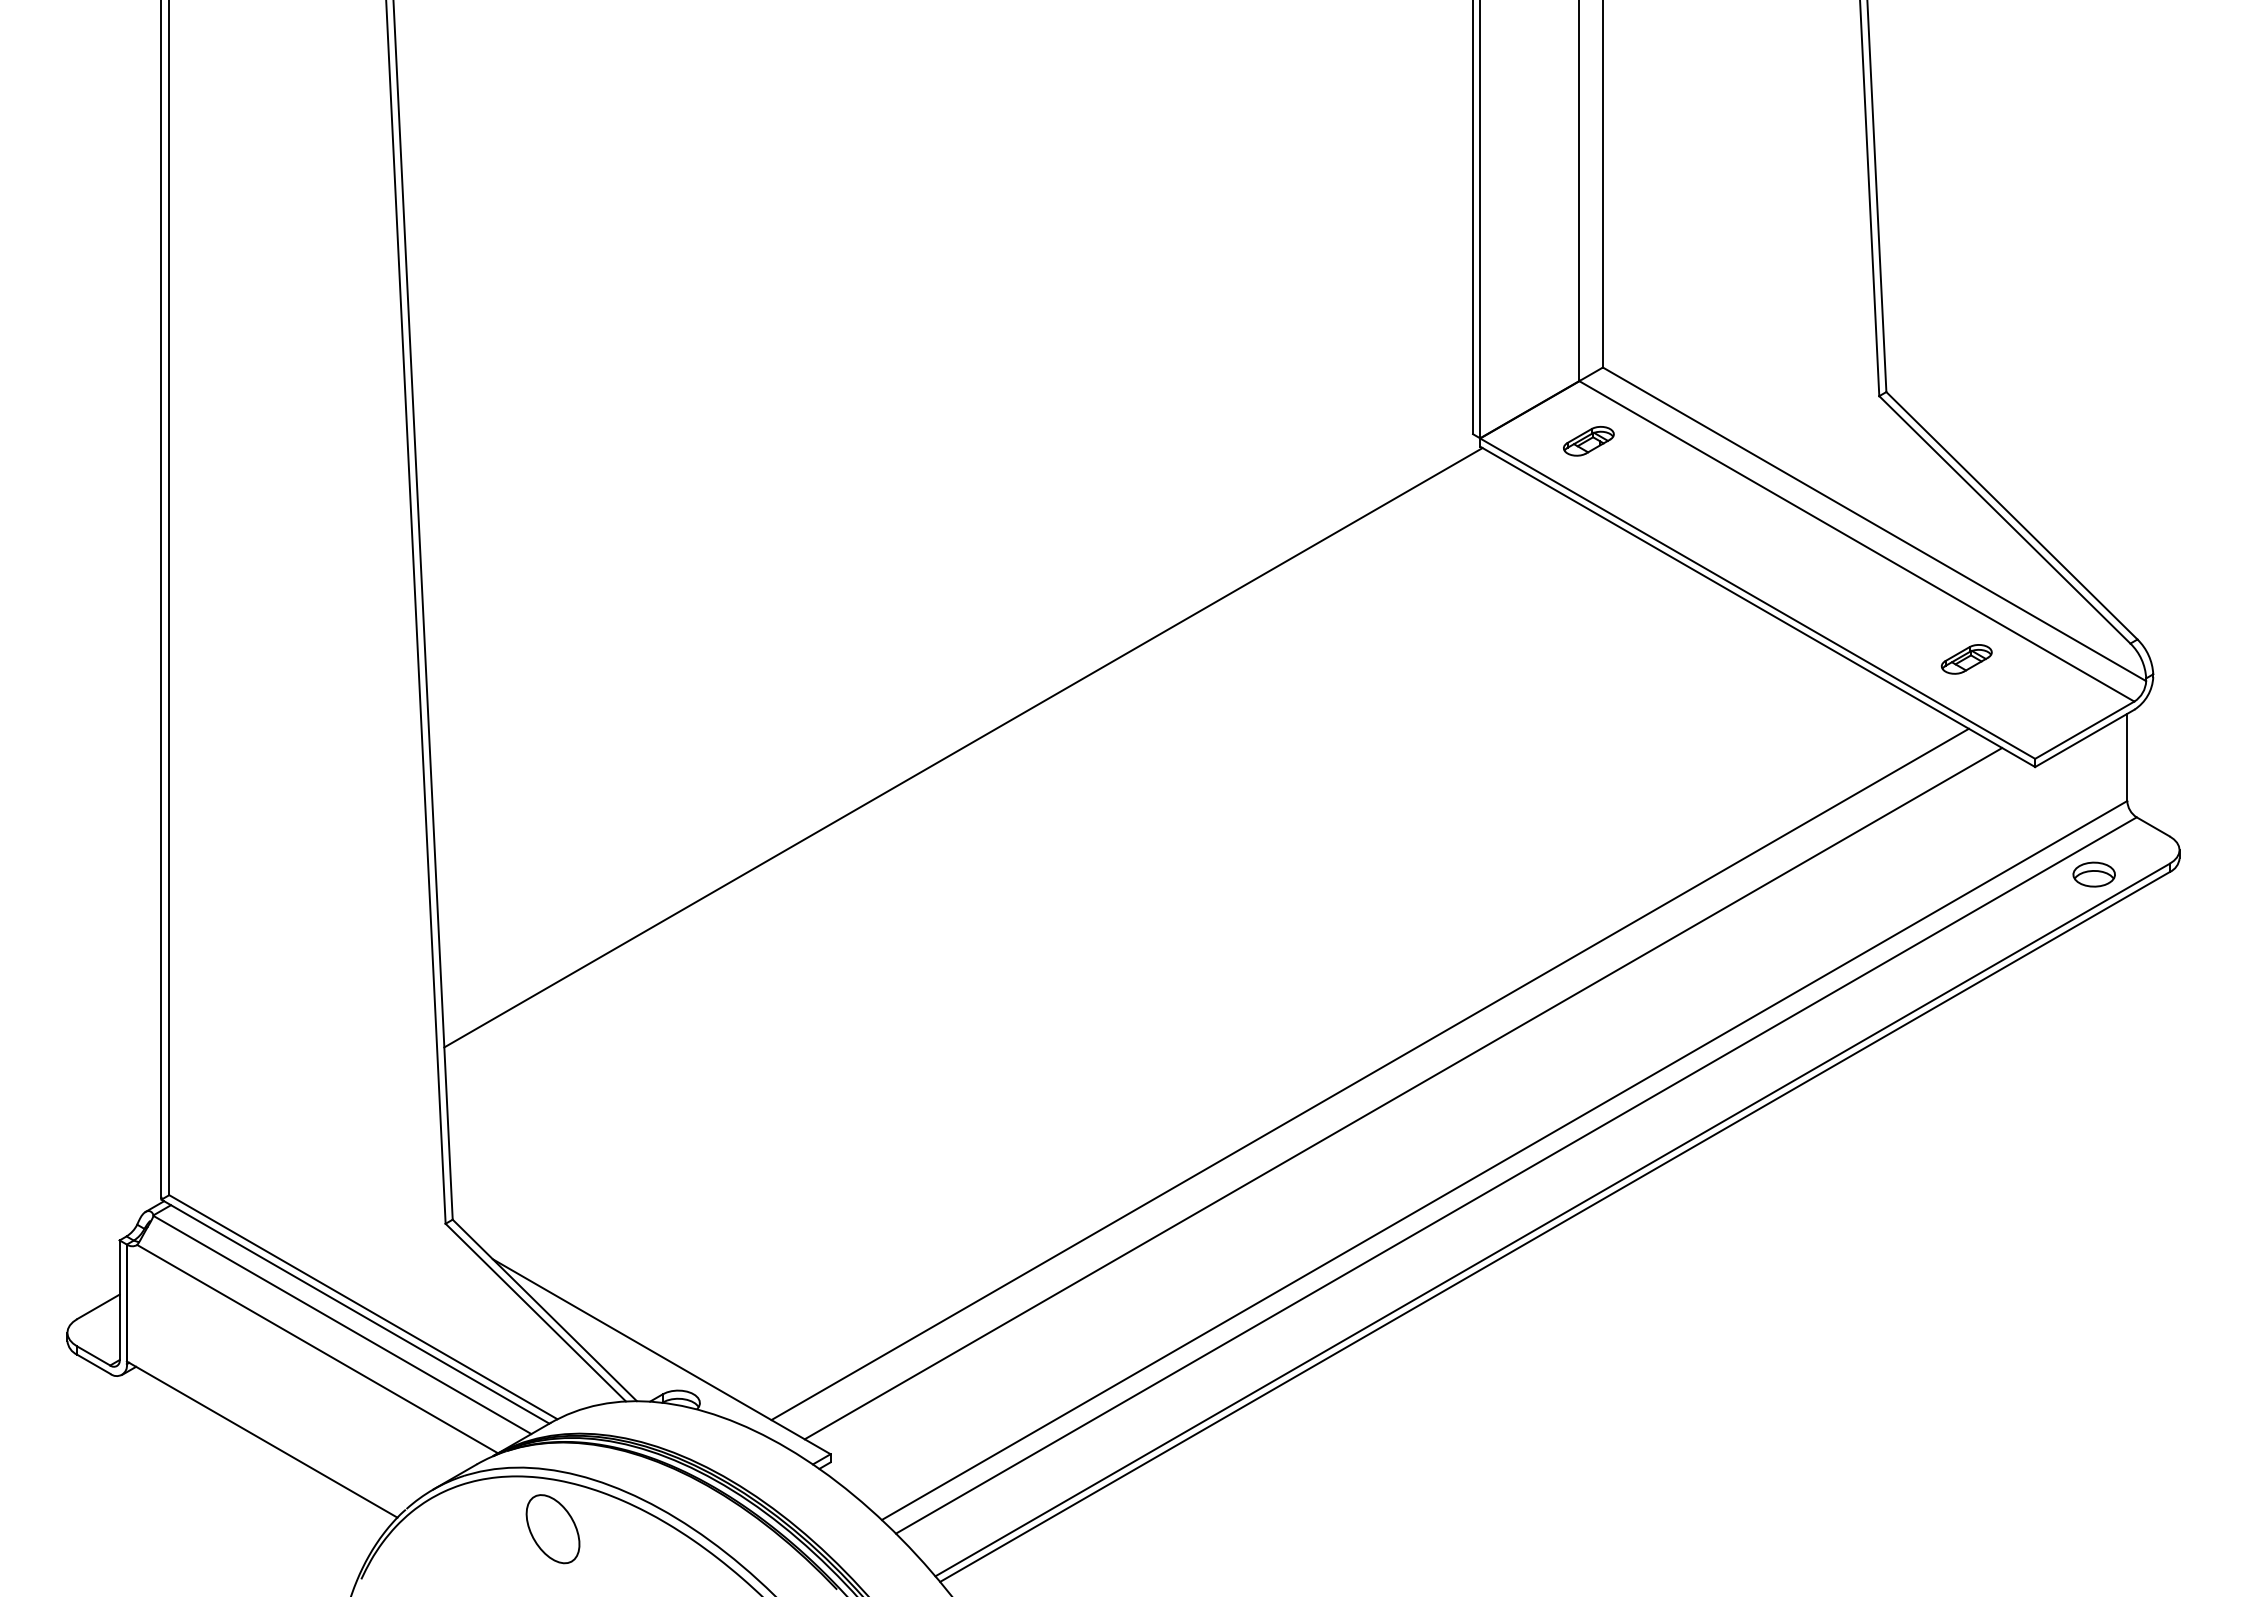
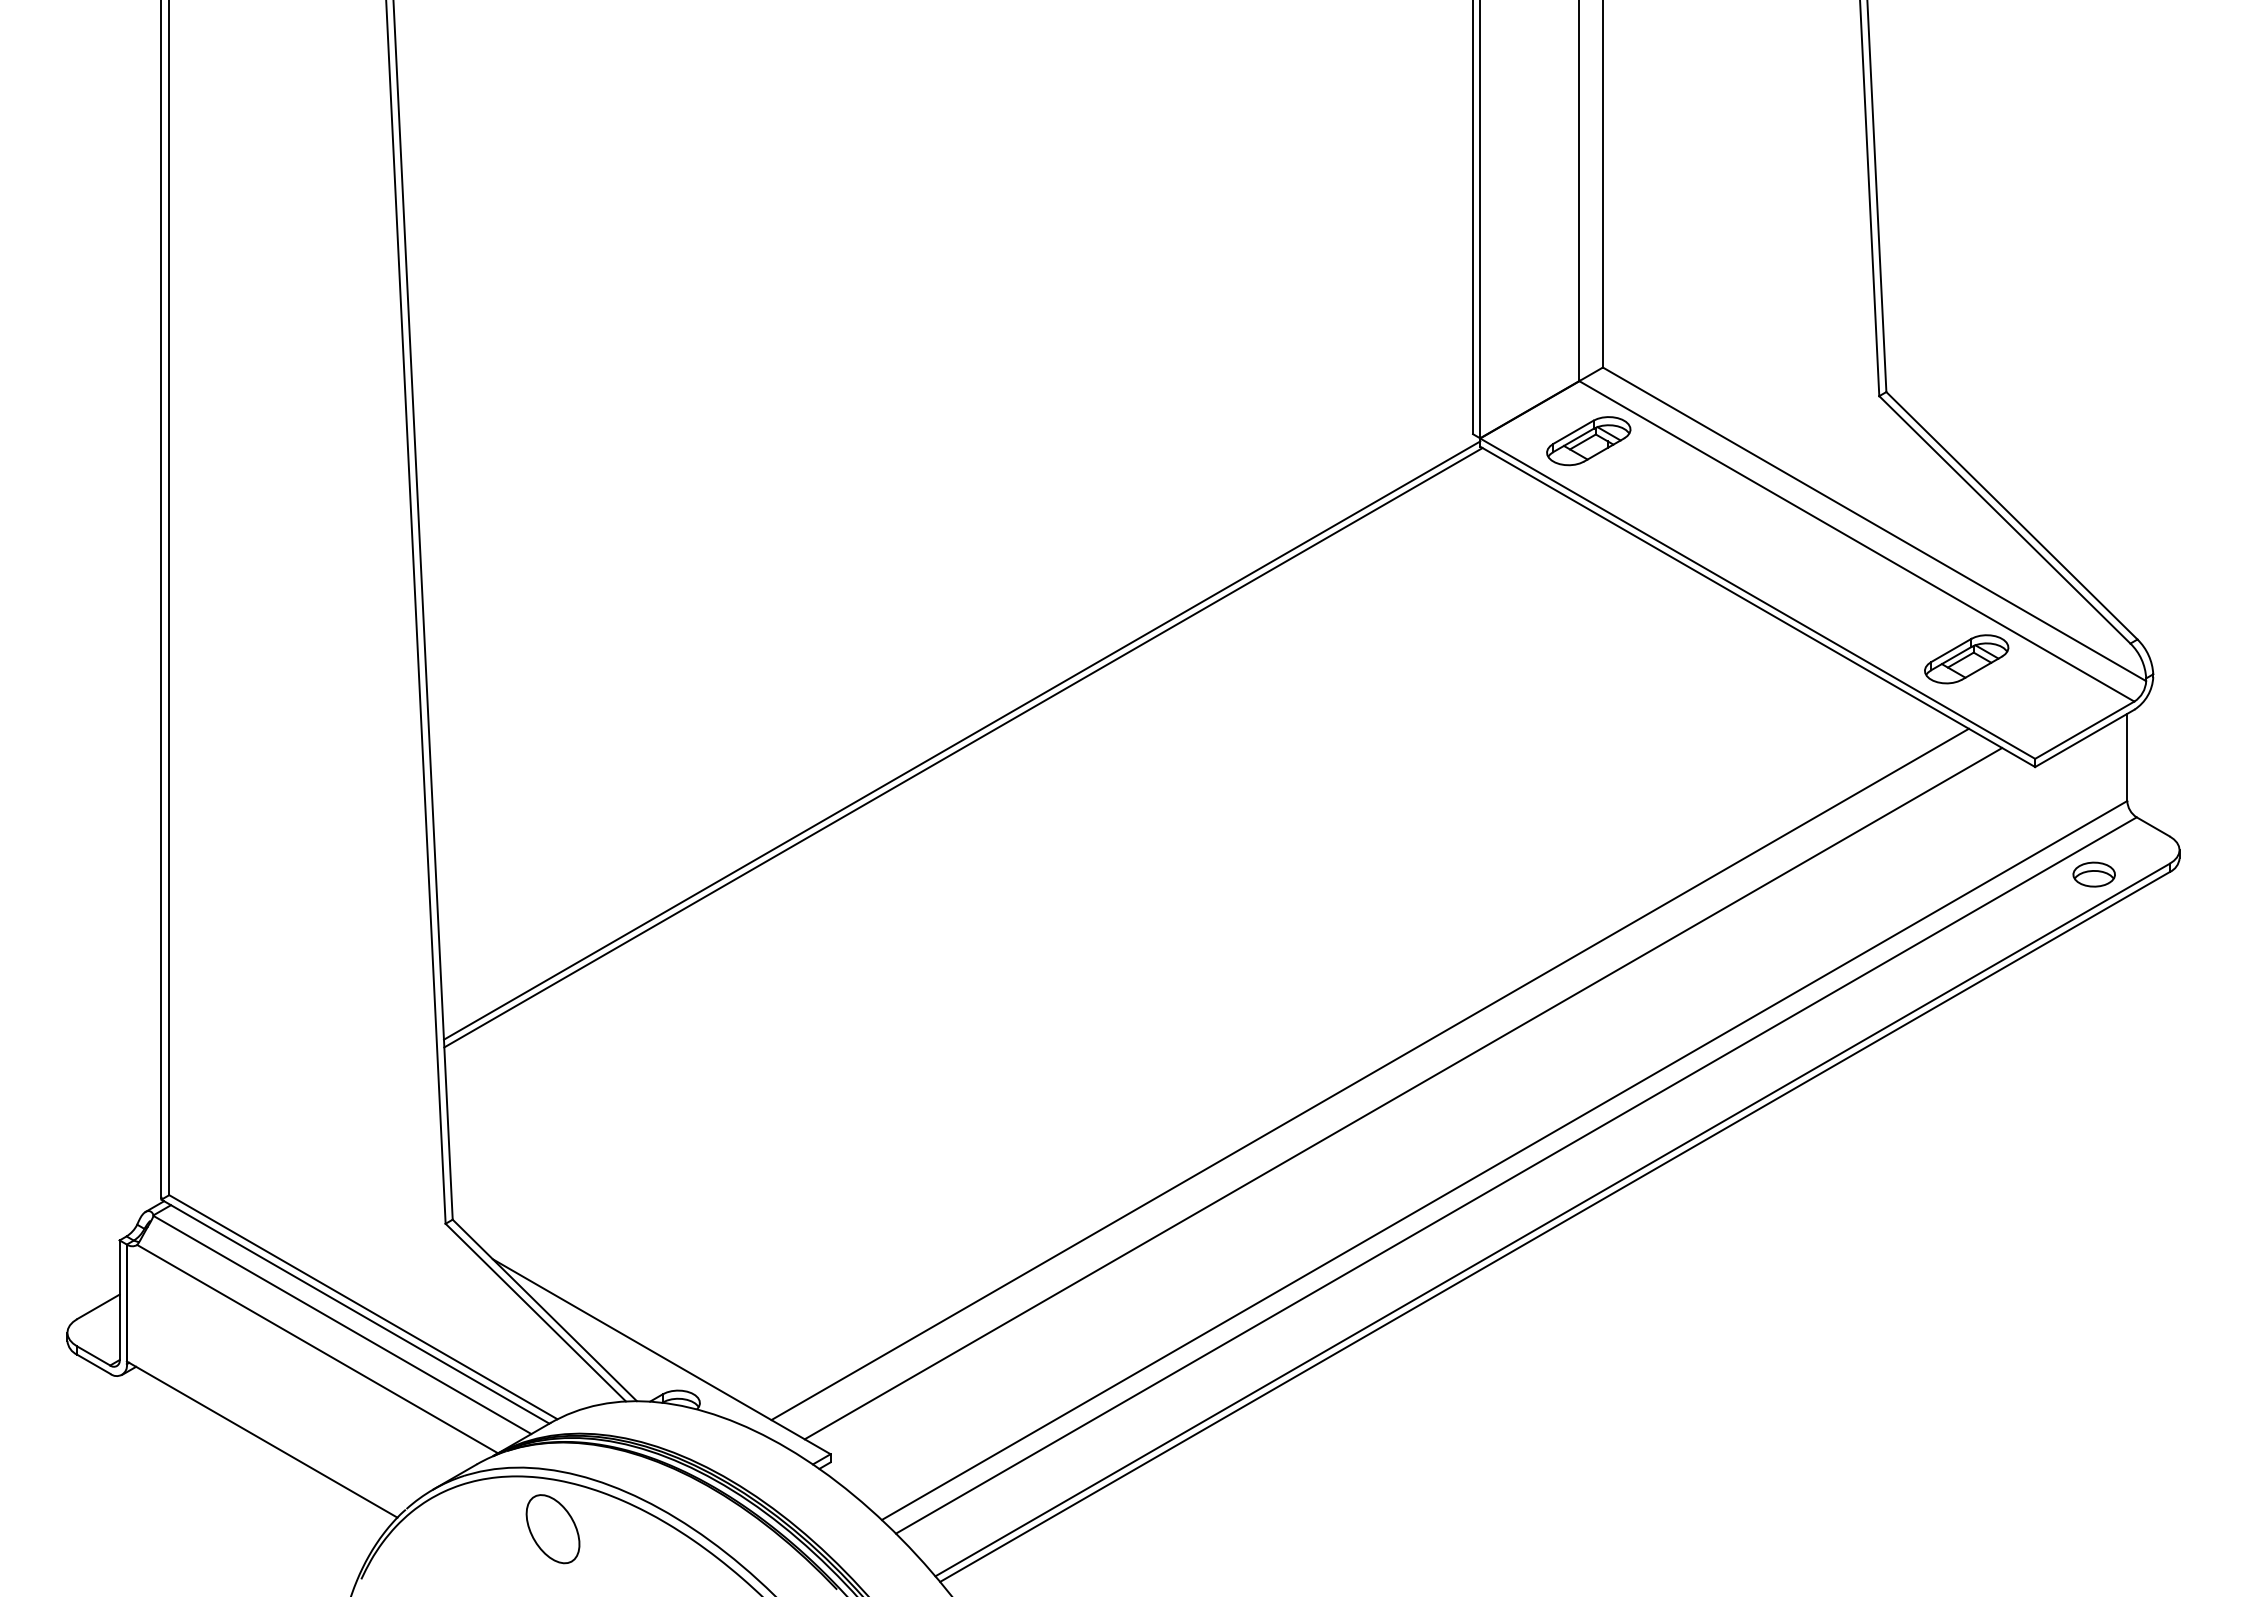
part at (1588, 441) size: 52x31 px -> 86x51 px
part at (1966, 659) size: 53x31 px -> 86x51 px
line at (961, 740): none -> present
